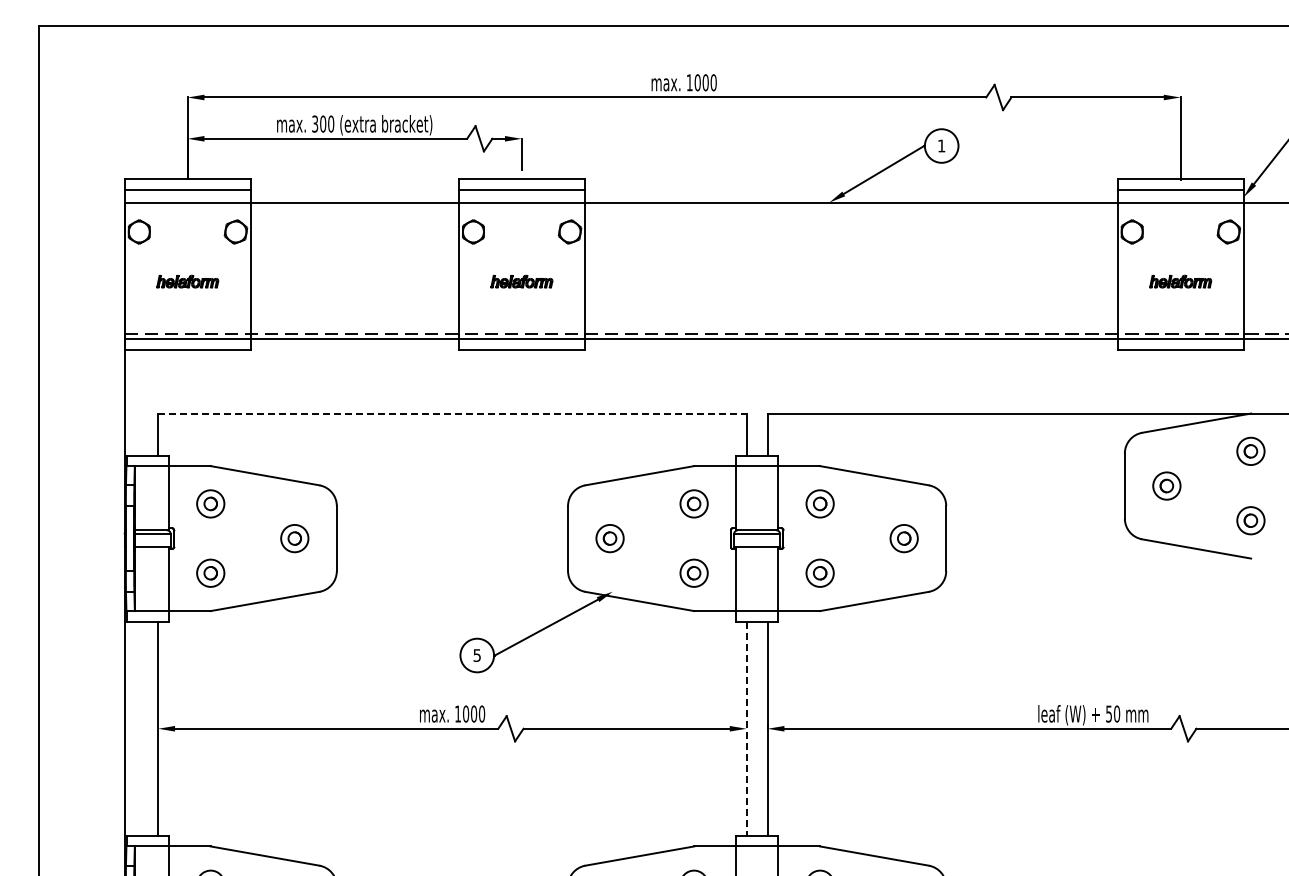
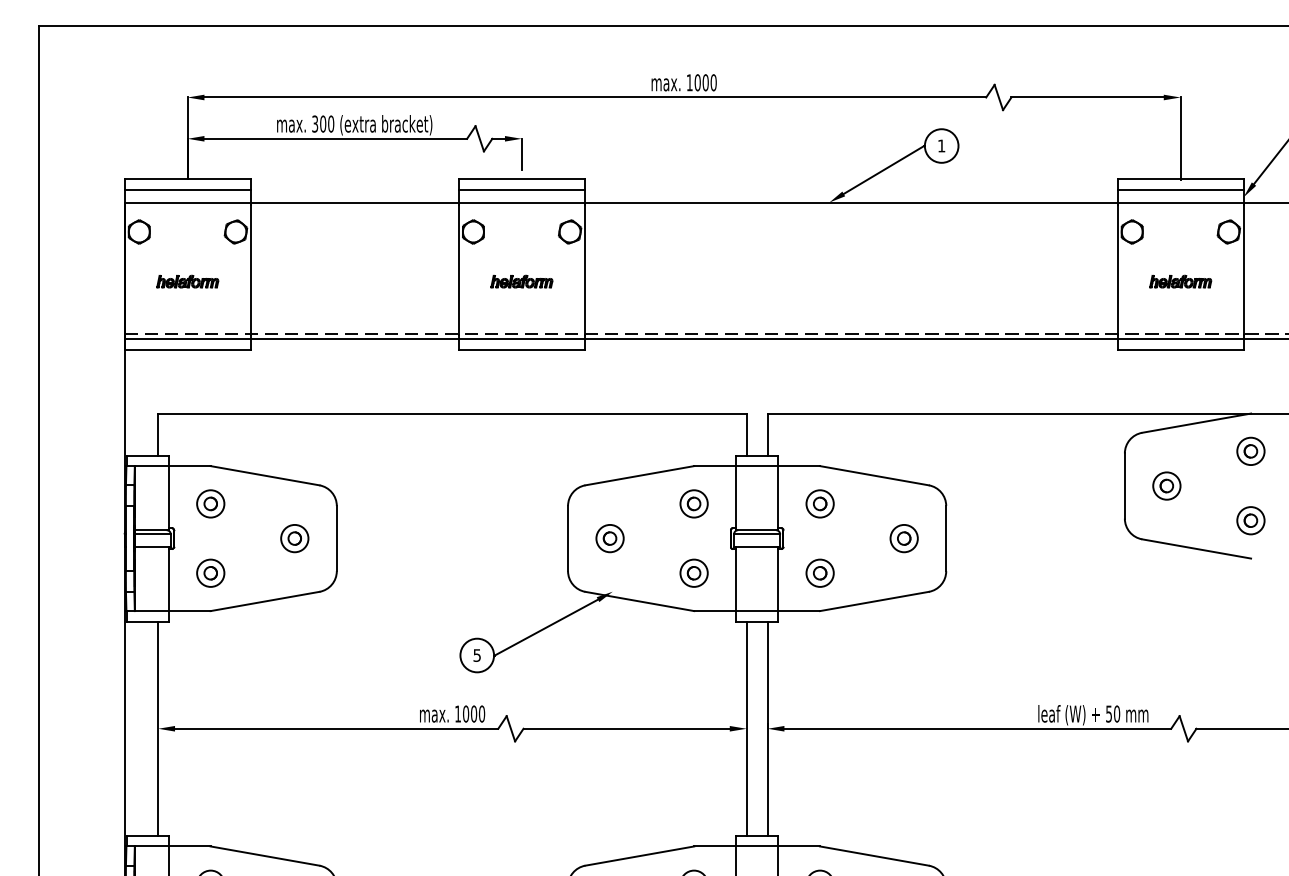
line at (452, 413): dashed -> solid
line at (746, 729): dashed -> solid
